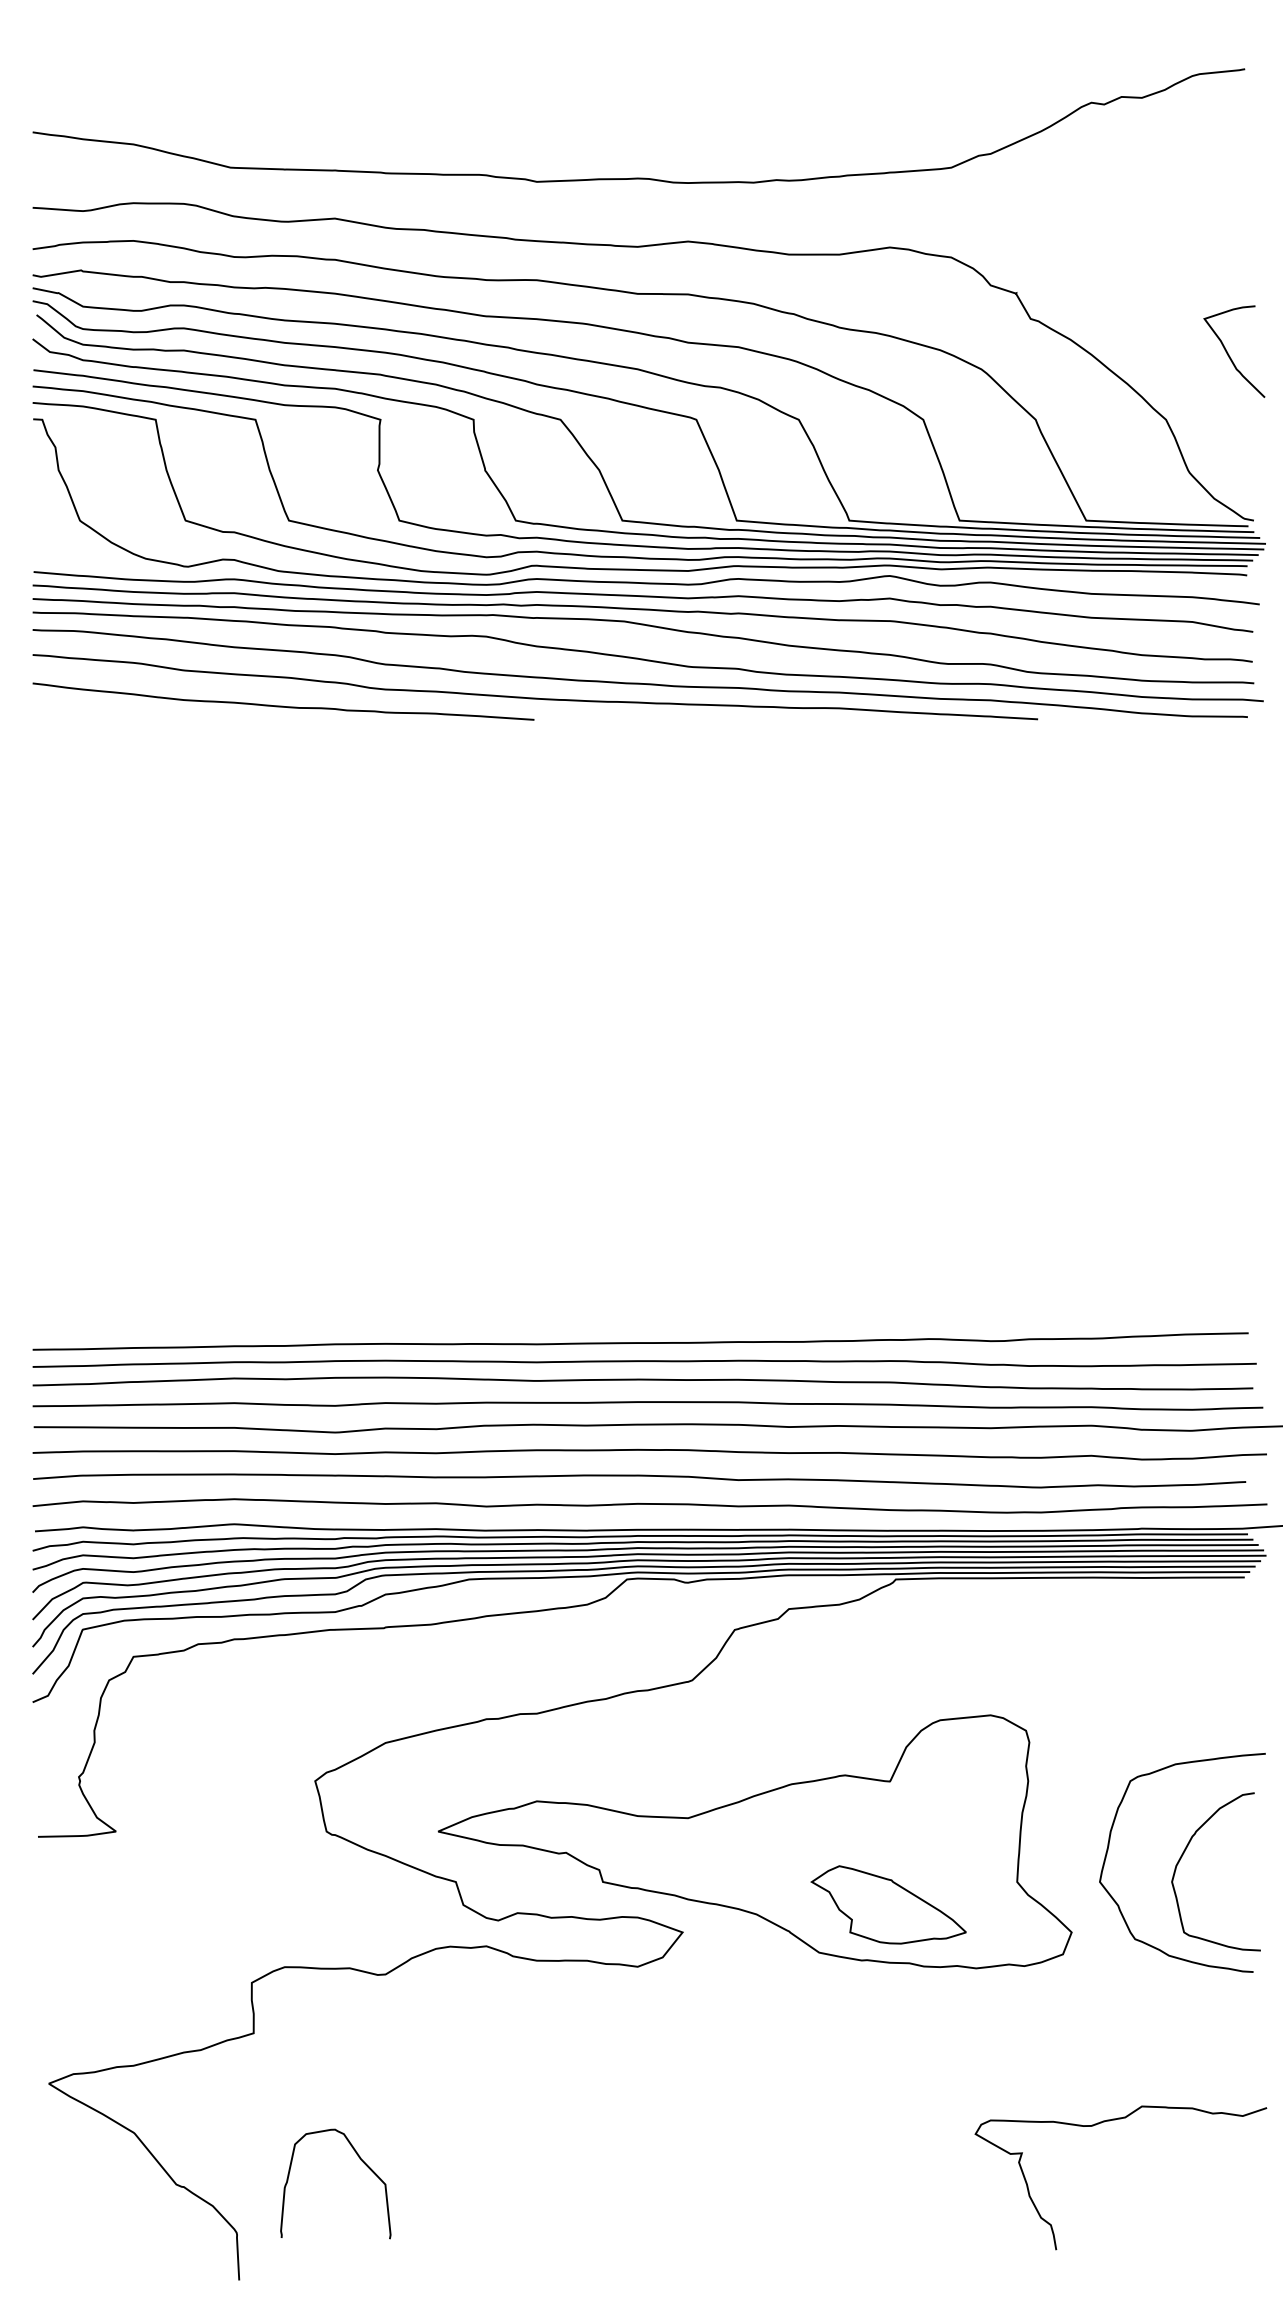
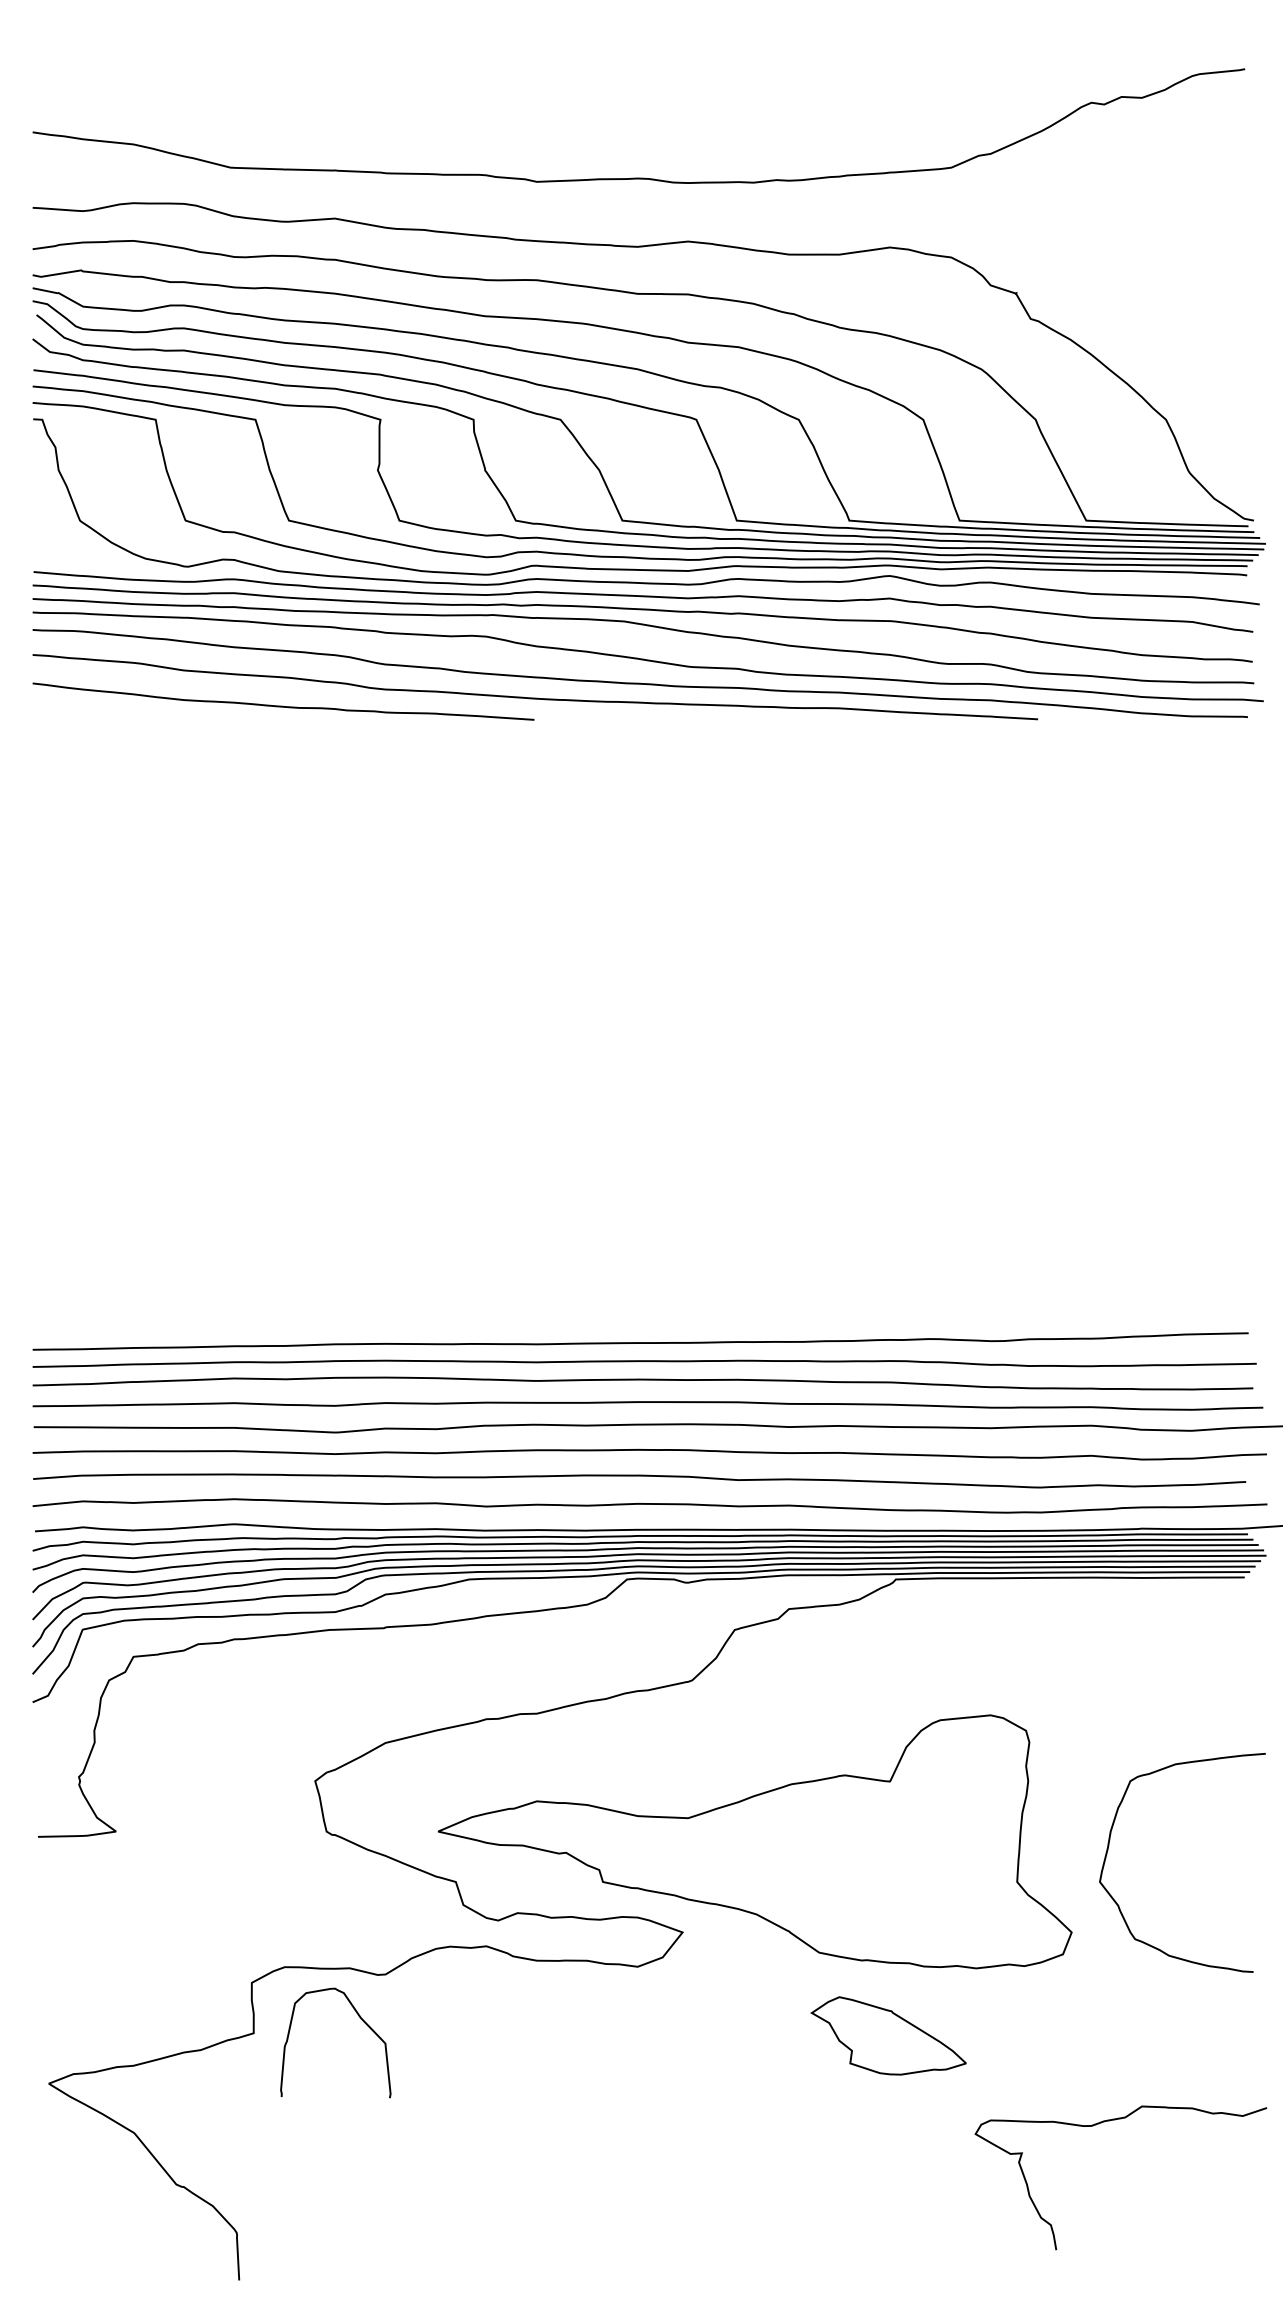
curve at (1229, 354): present -> none
curve at (1183, 1855): present -> none
part at (888, 1904) position: (888, 1904) -> (888, 2035)
curve at (361, 2161) position: (361, 2161) -> (361, 2020)
